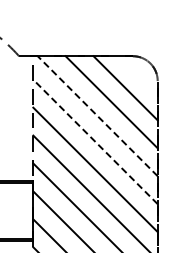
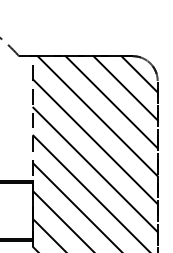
line at (139, 74): none -> present
line at (97, 116): dashed -> solid
line at (95, 141): dashed -> solid
